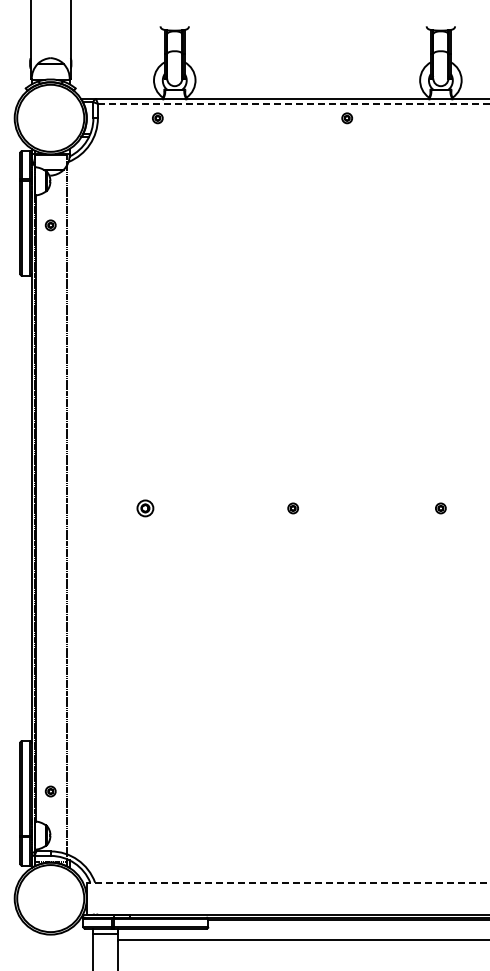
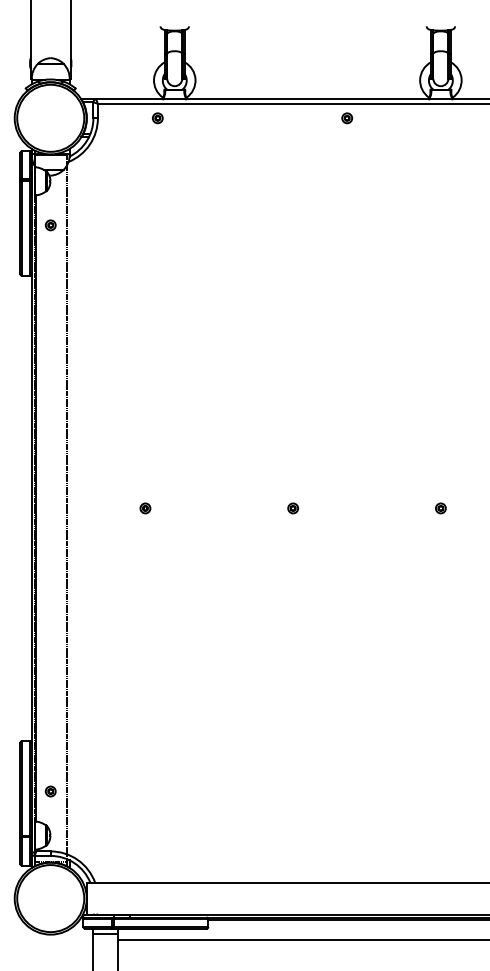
line at (293, 103): dashed -> solid
part at (145, 508) size: 19x19 px -> 13x13 px
line at (287, 882): dashed -> solid
